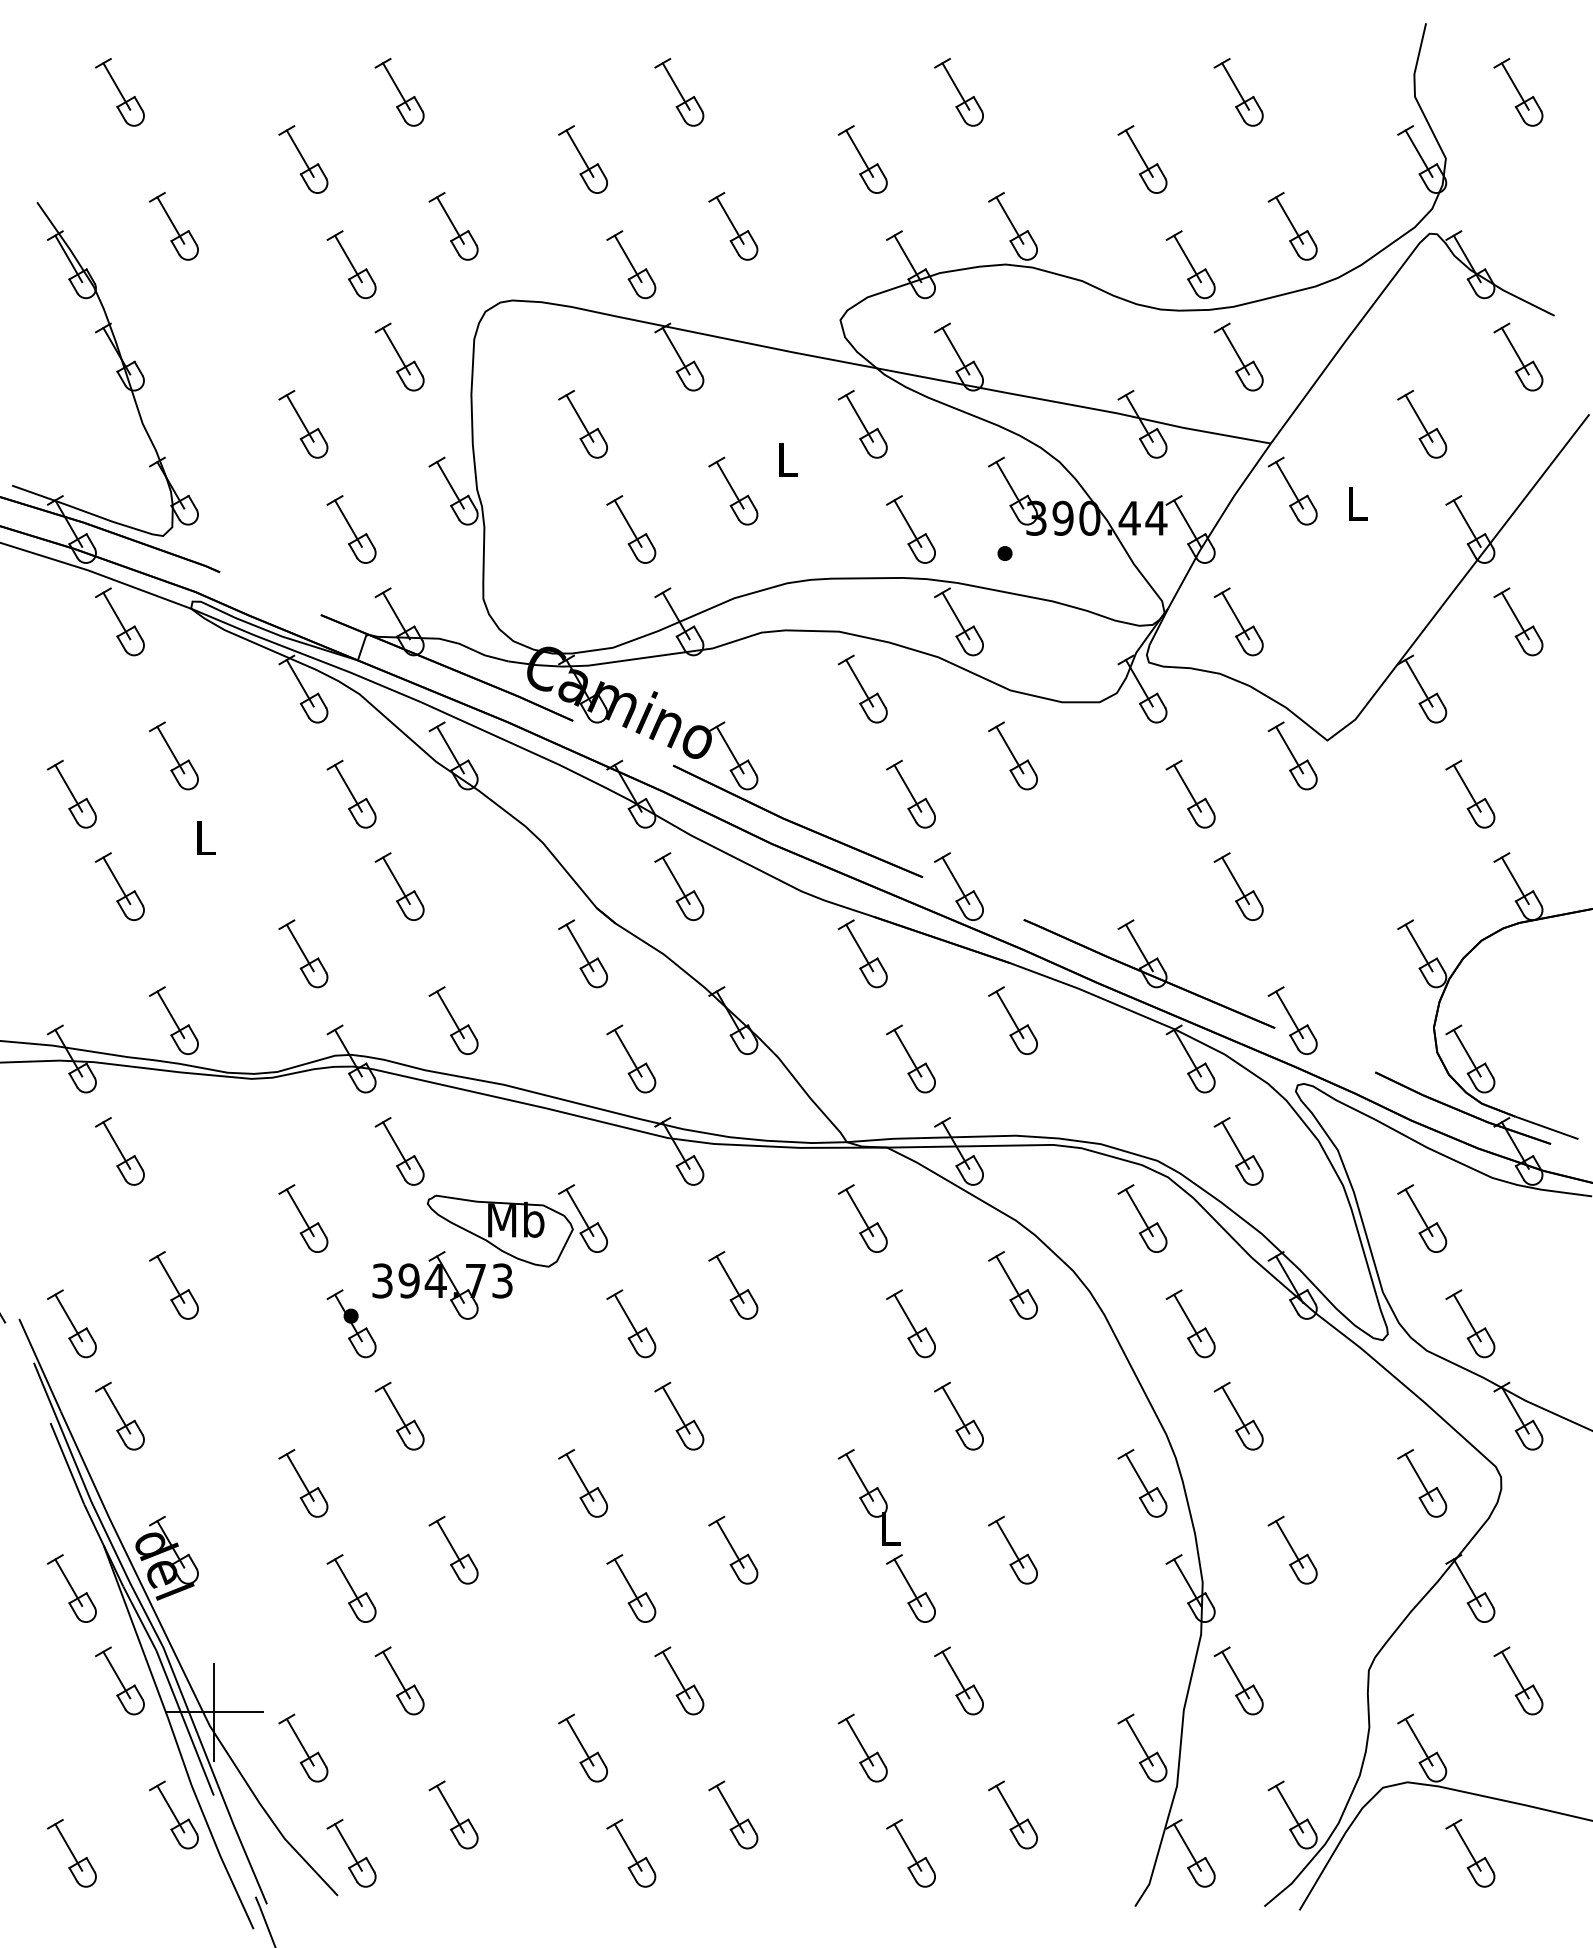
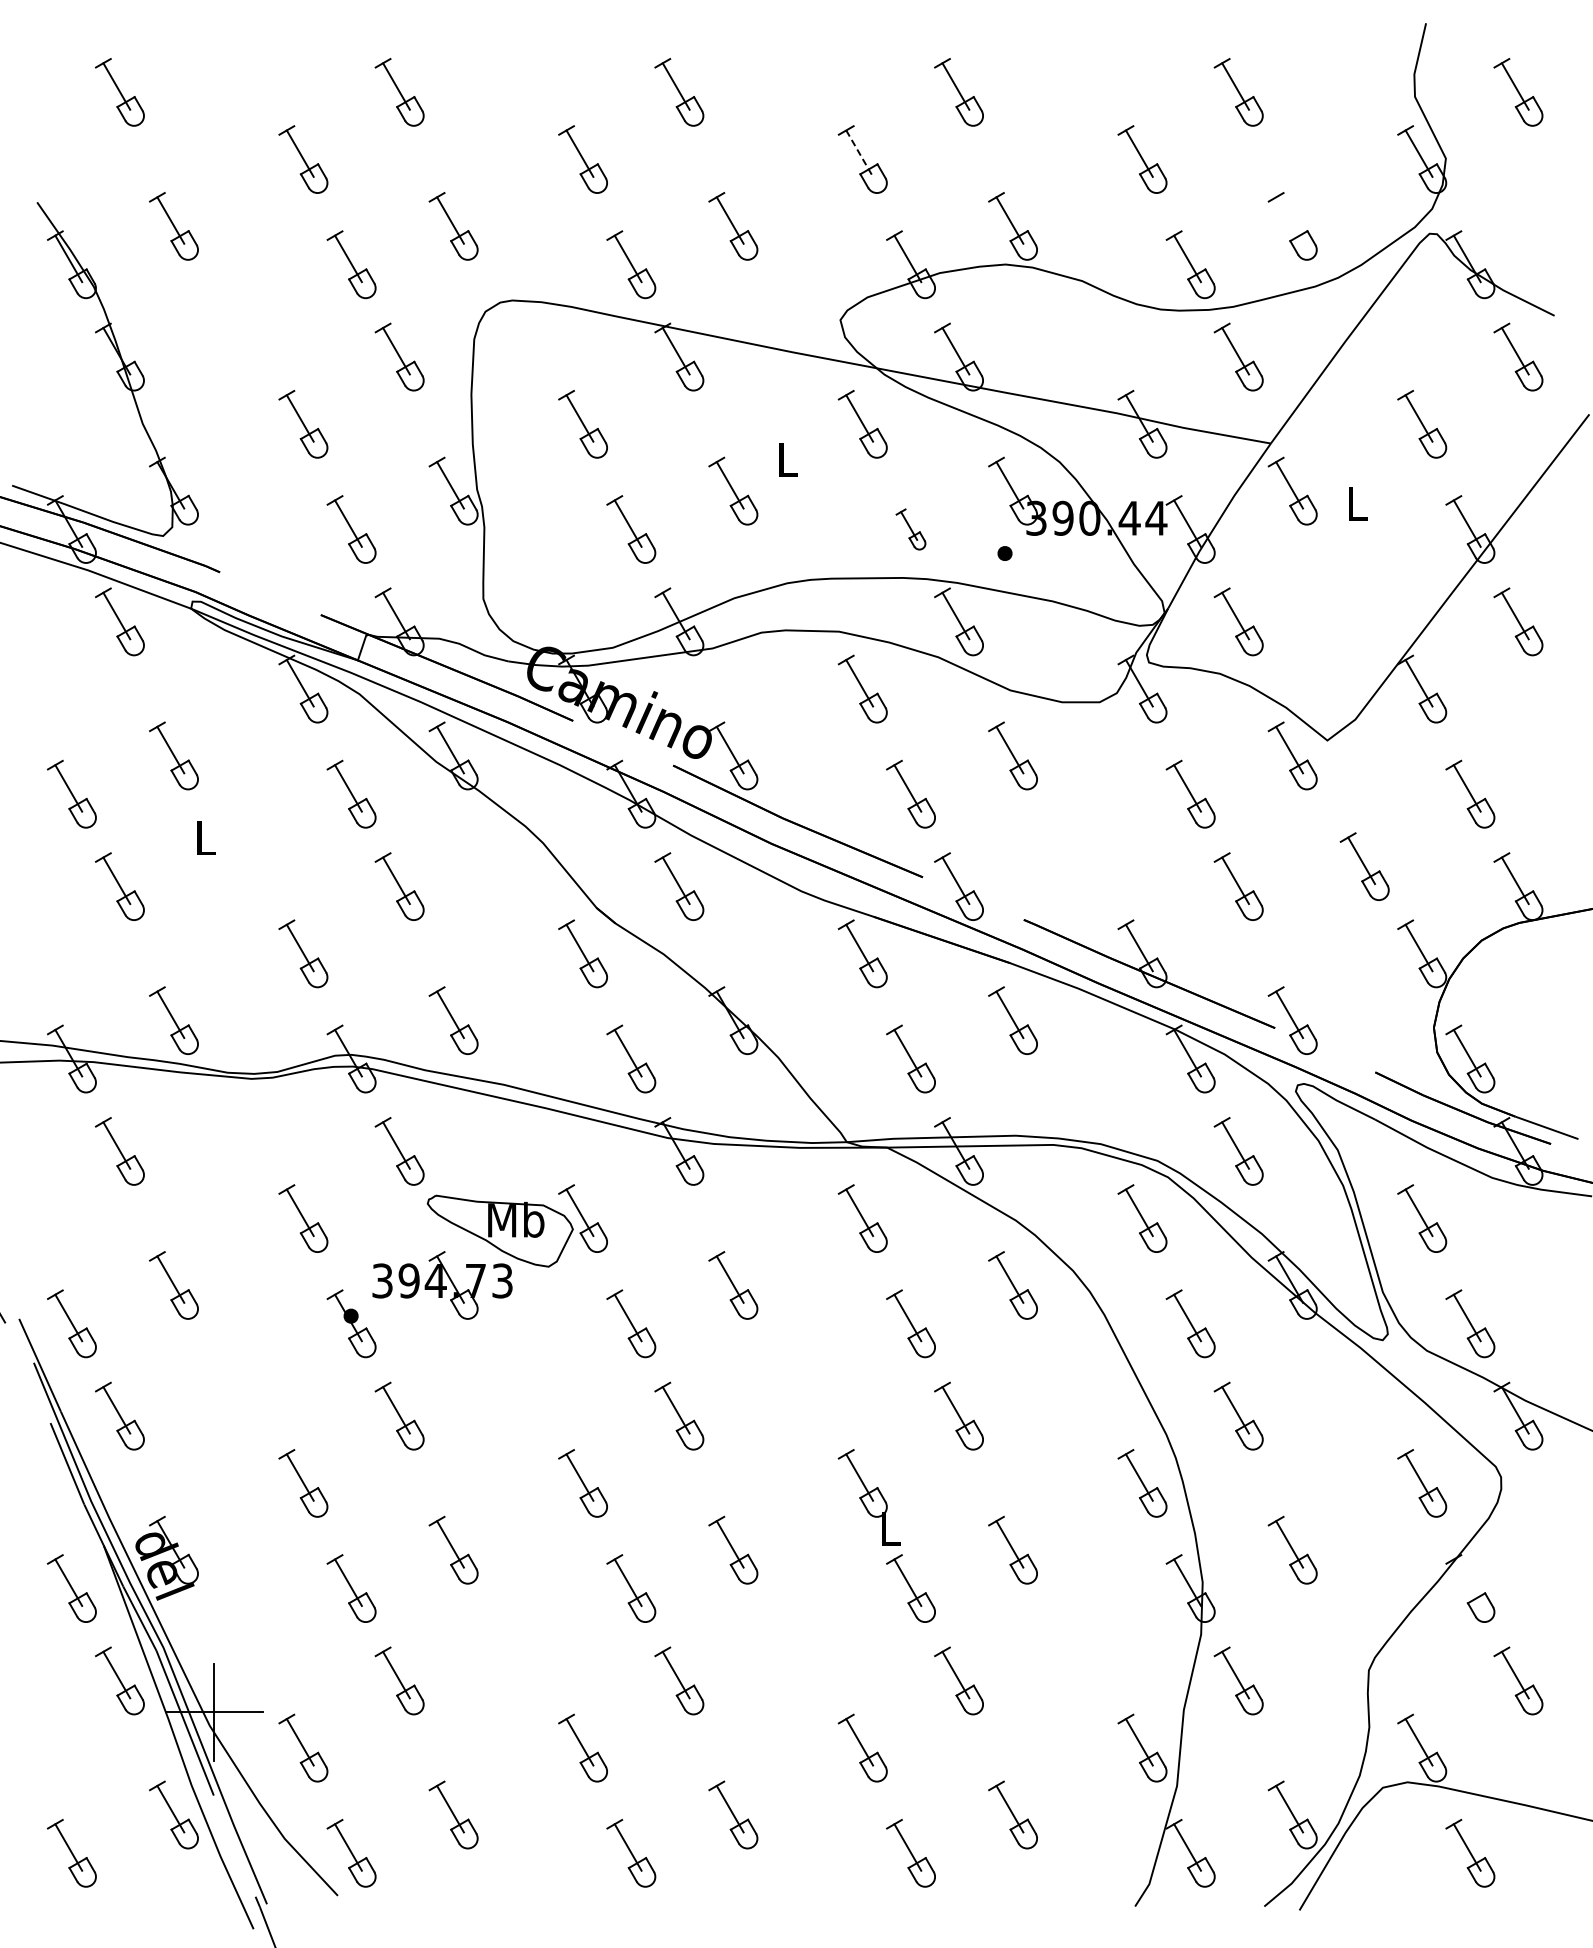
line at (859, 153): solid -> dashed
line at (1289, 220): present -> none
part at (910, 529) size: 50x69 px -> 32x43 px
part at (1364, 866): none -> present
line at (1466, 1582): present -> none
